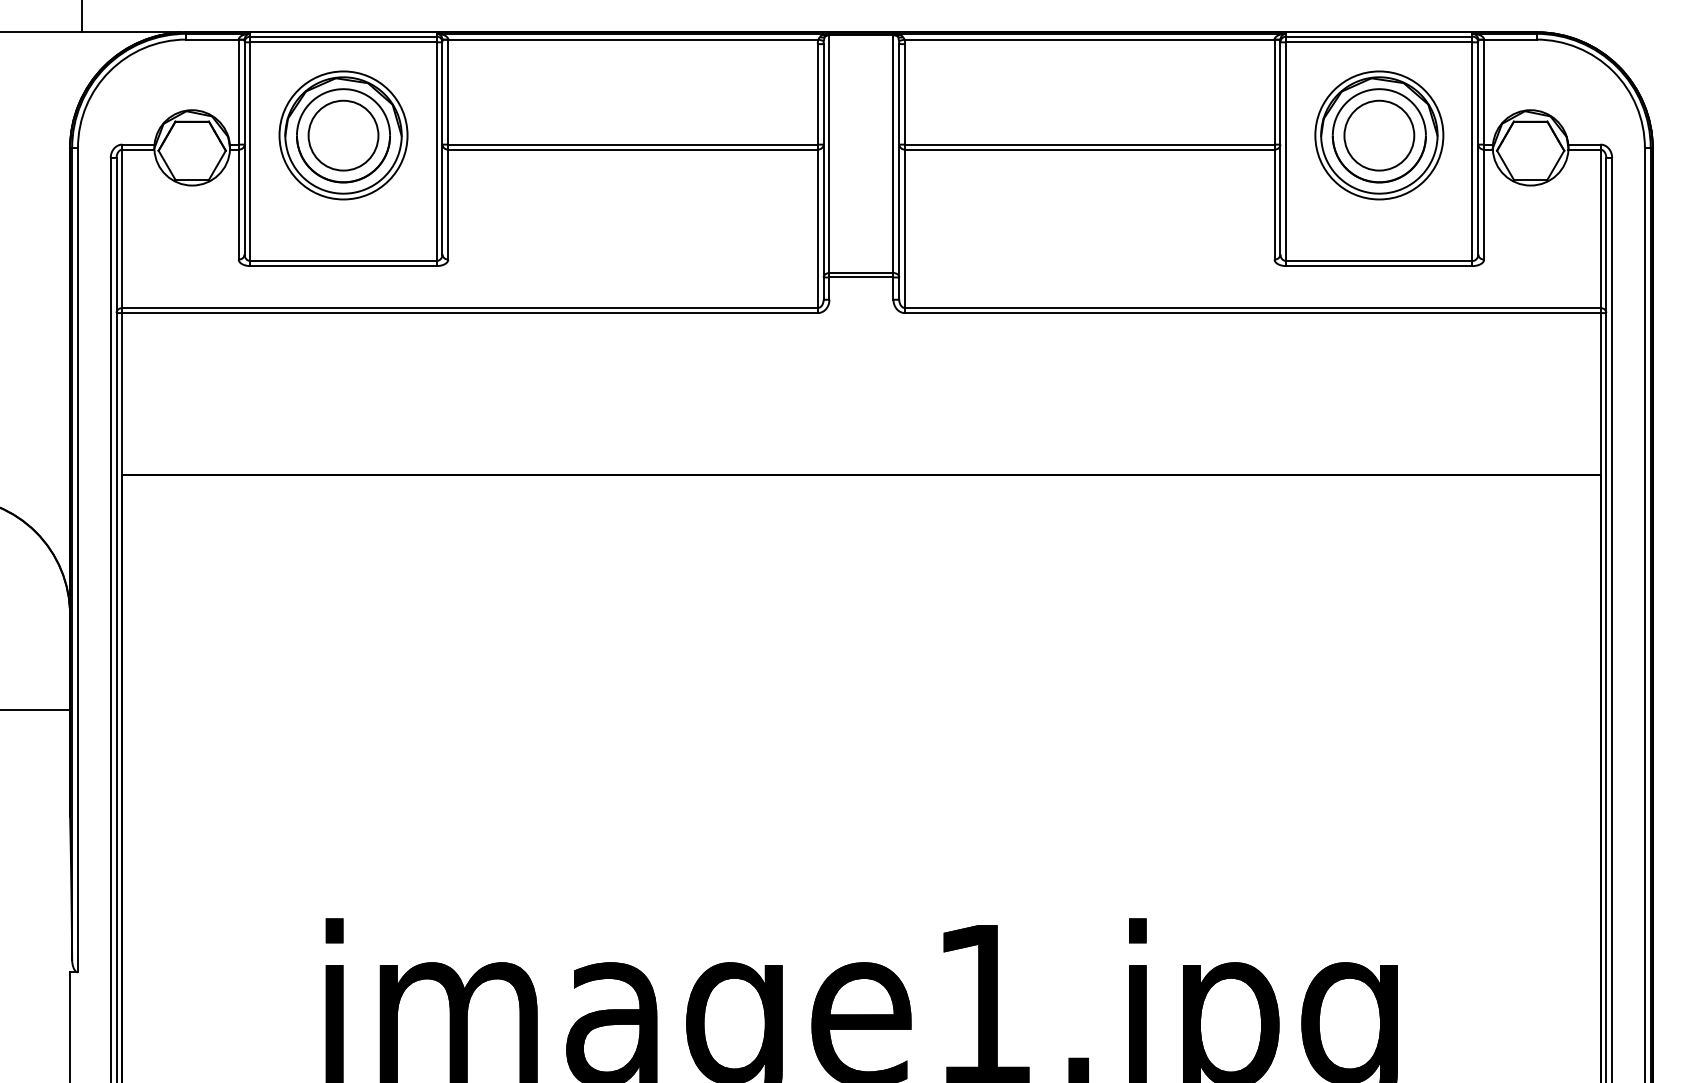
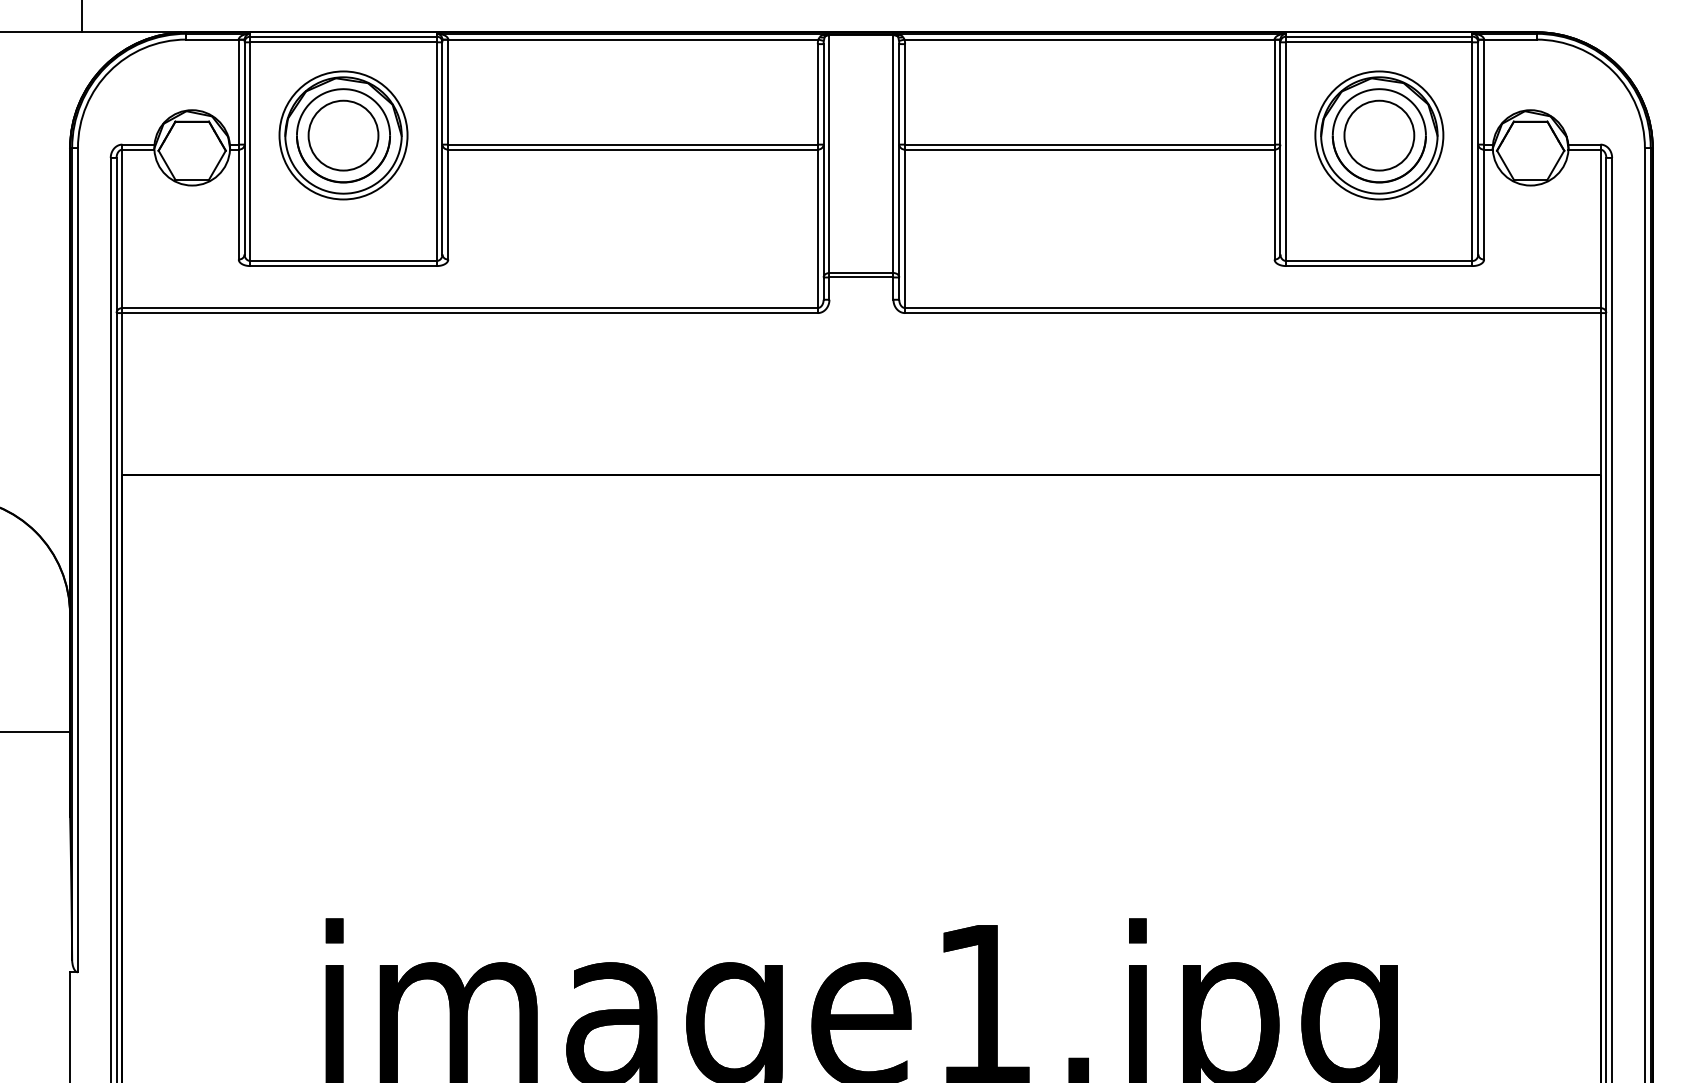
line at (36, 709) position: (36, 709) -> (36, 731)
